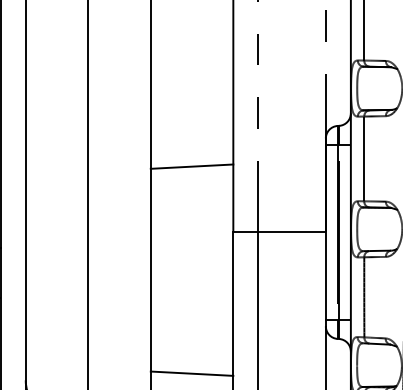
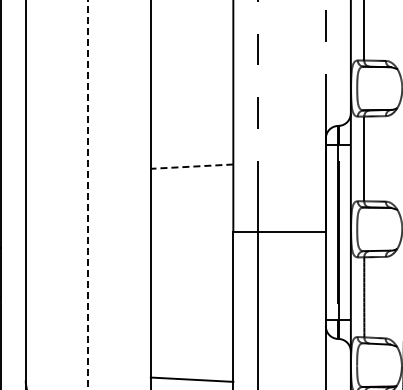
line at (191, 166): solid -> dashed
line at (88, 195): solid -> dashed
line at (191, 373) position: (191, 373) -> (191, 379)
